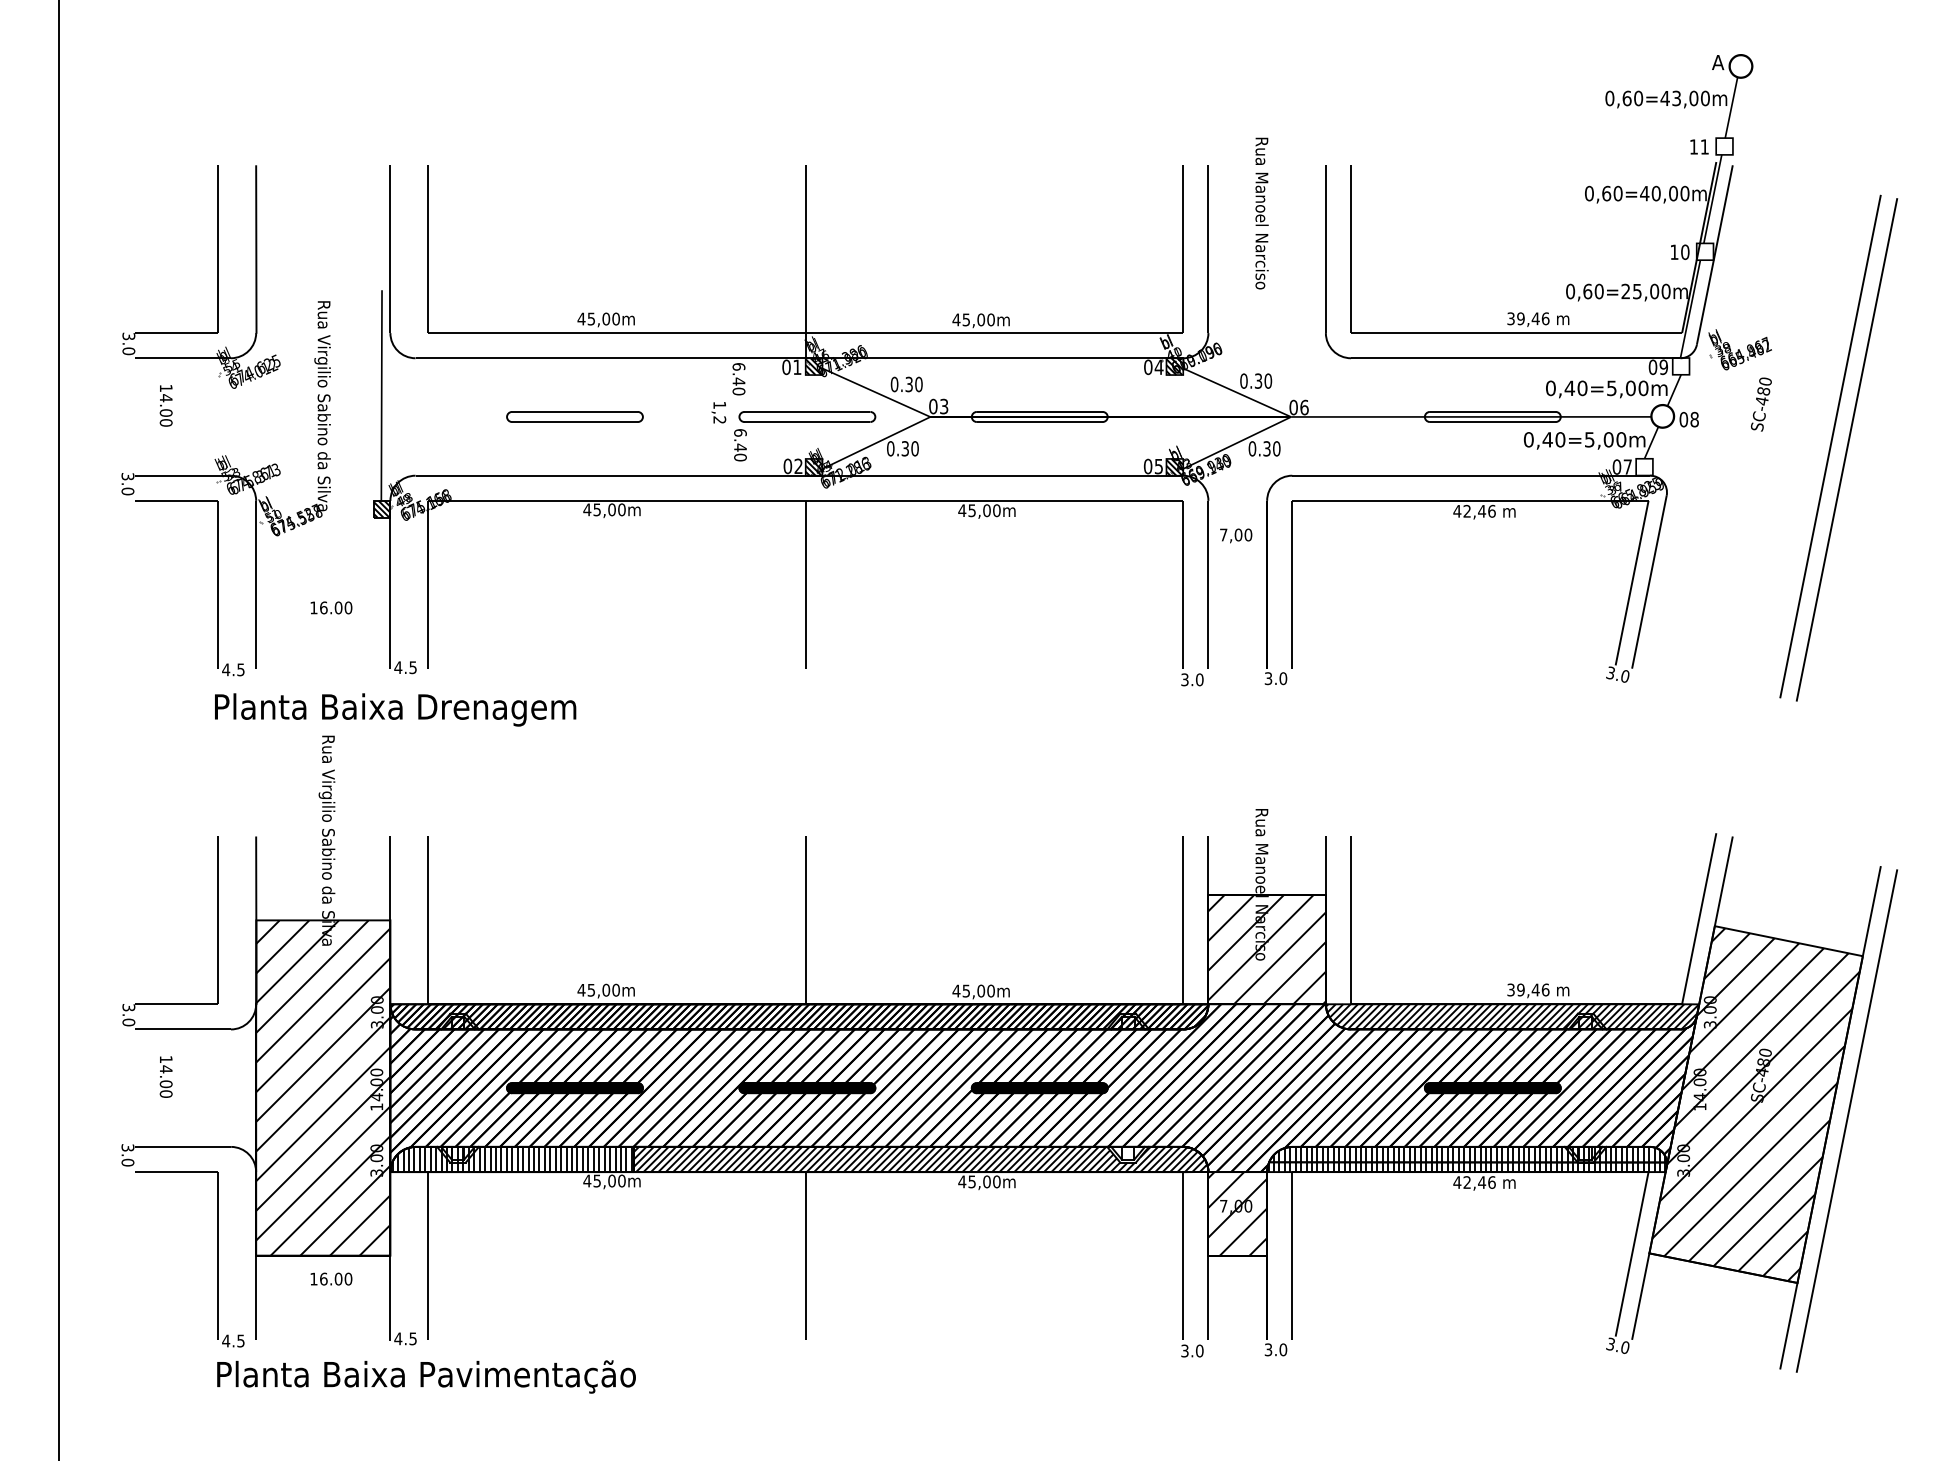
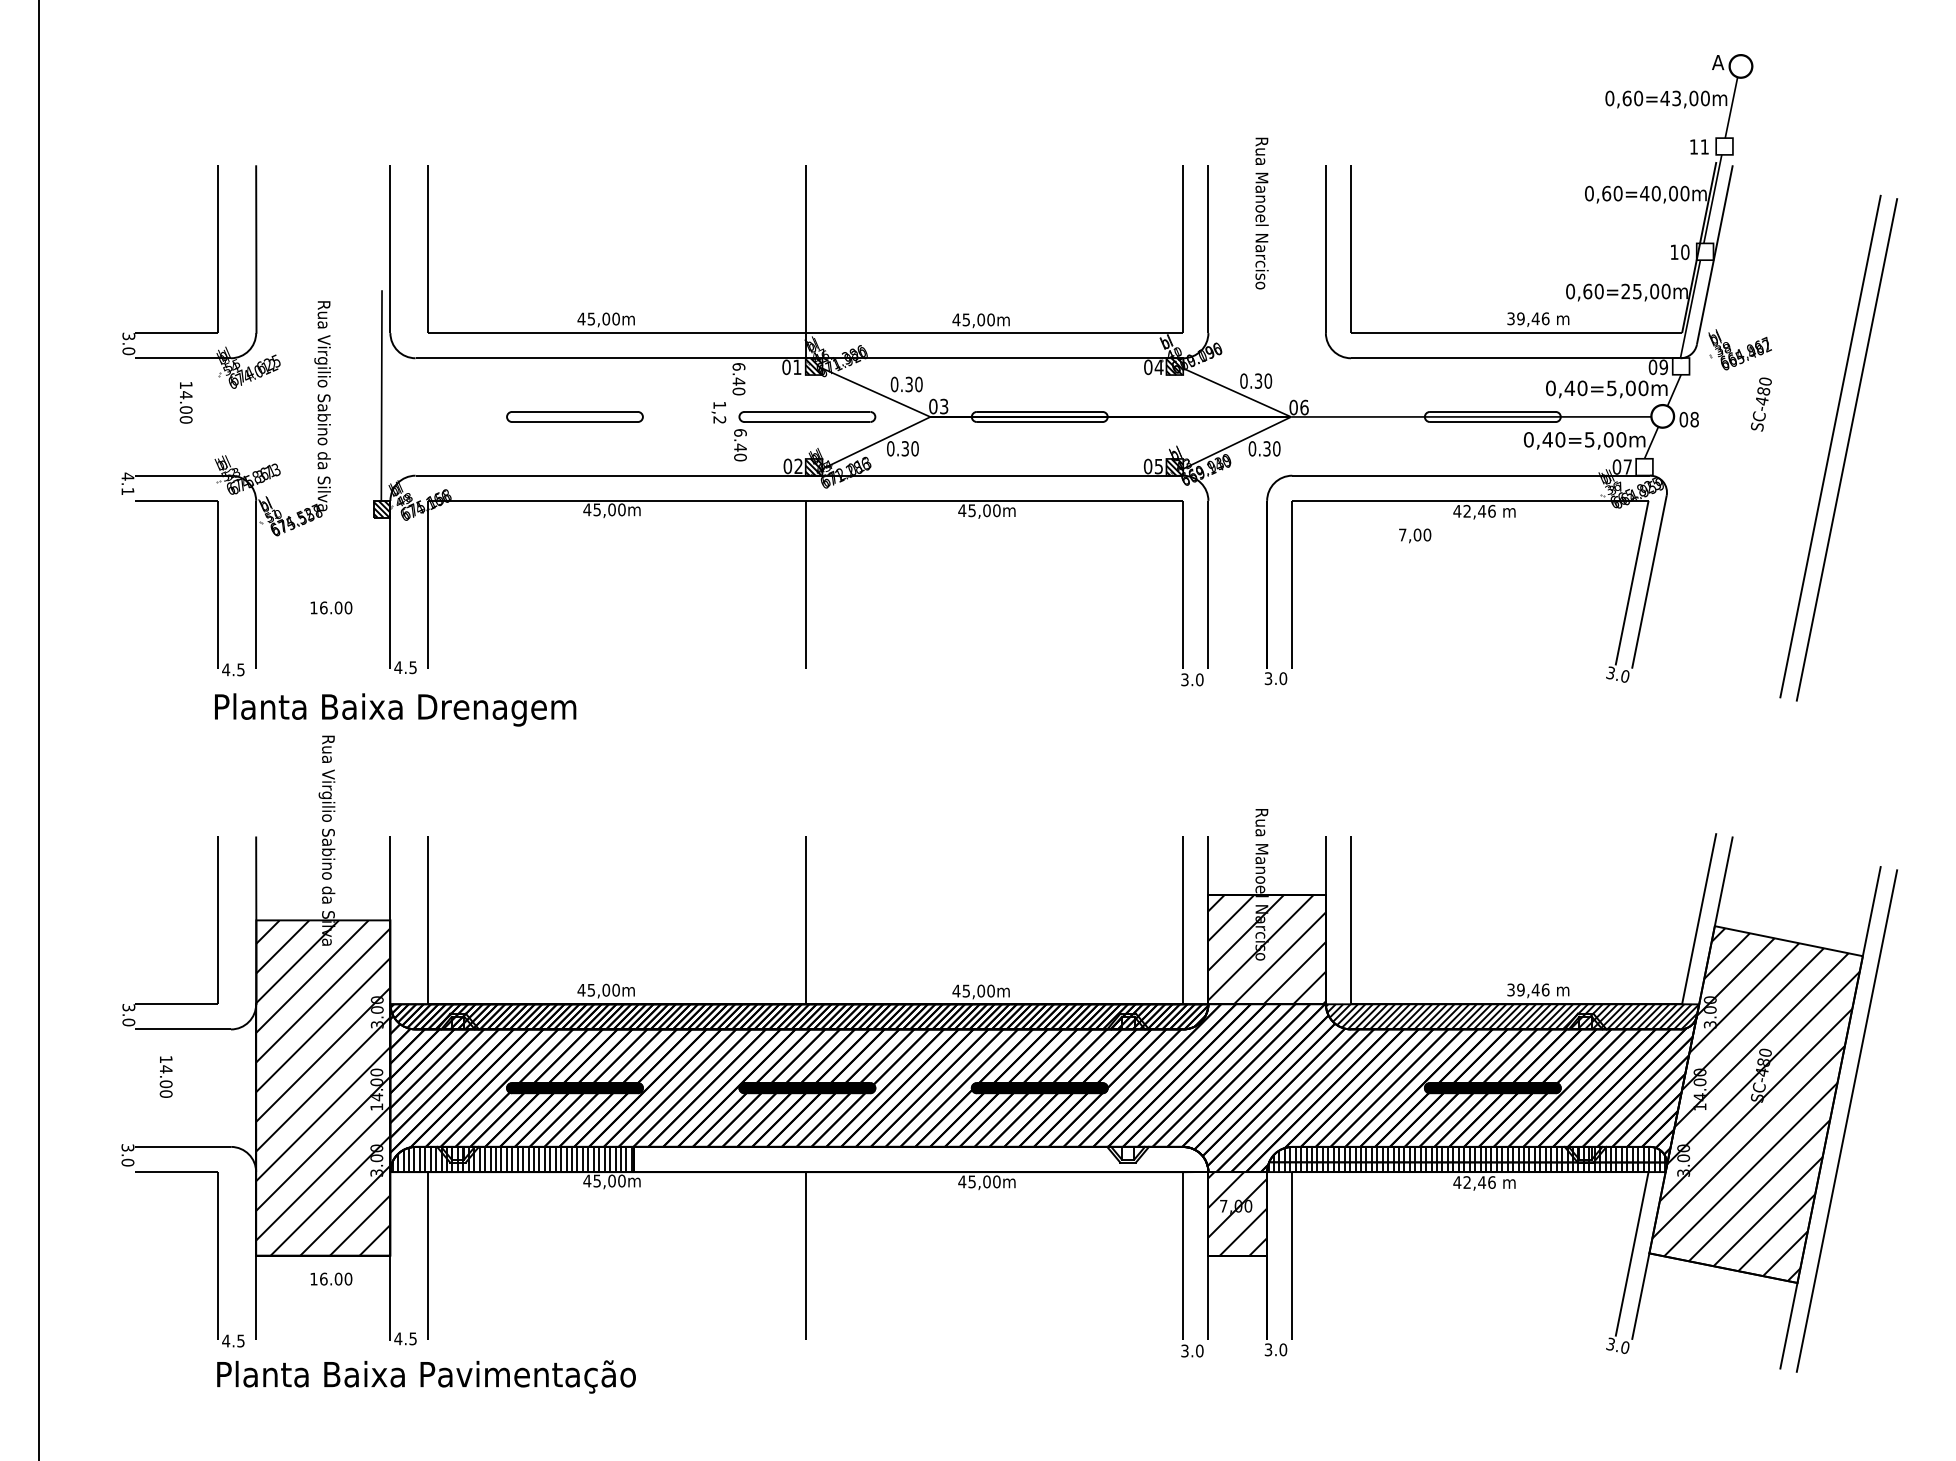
text at (165, 405) position: (165, 405) -> (185, 402)
text at (127, 483): 3.0 -> 4.1
text at (1236, 535) position: (1236, 535) -> (1415, 535)
line at (58, 729) position: (58, 729) -> (38, 729)
hatch at (920, 1159): present -> none
